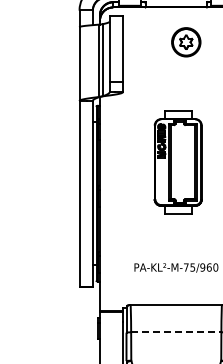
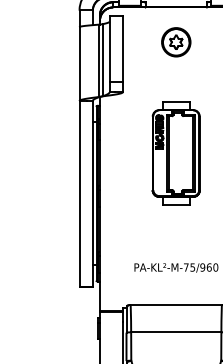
part at (186, 42) position: (186, 42) -> (176, 42)
part at (177, 162) position: (177, 162) -> (175, 153)
line at (176, 332): dashed -> solid
